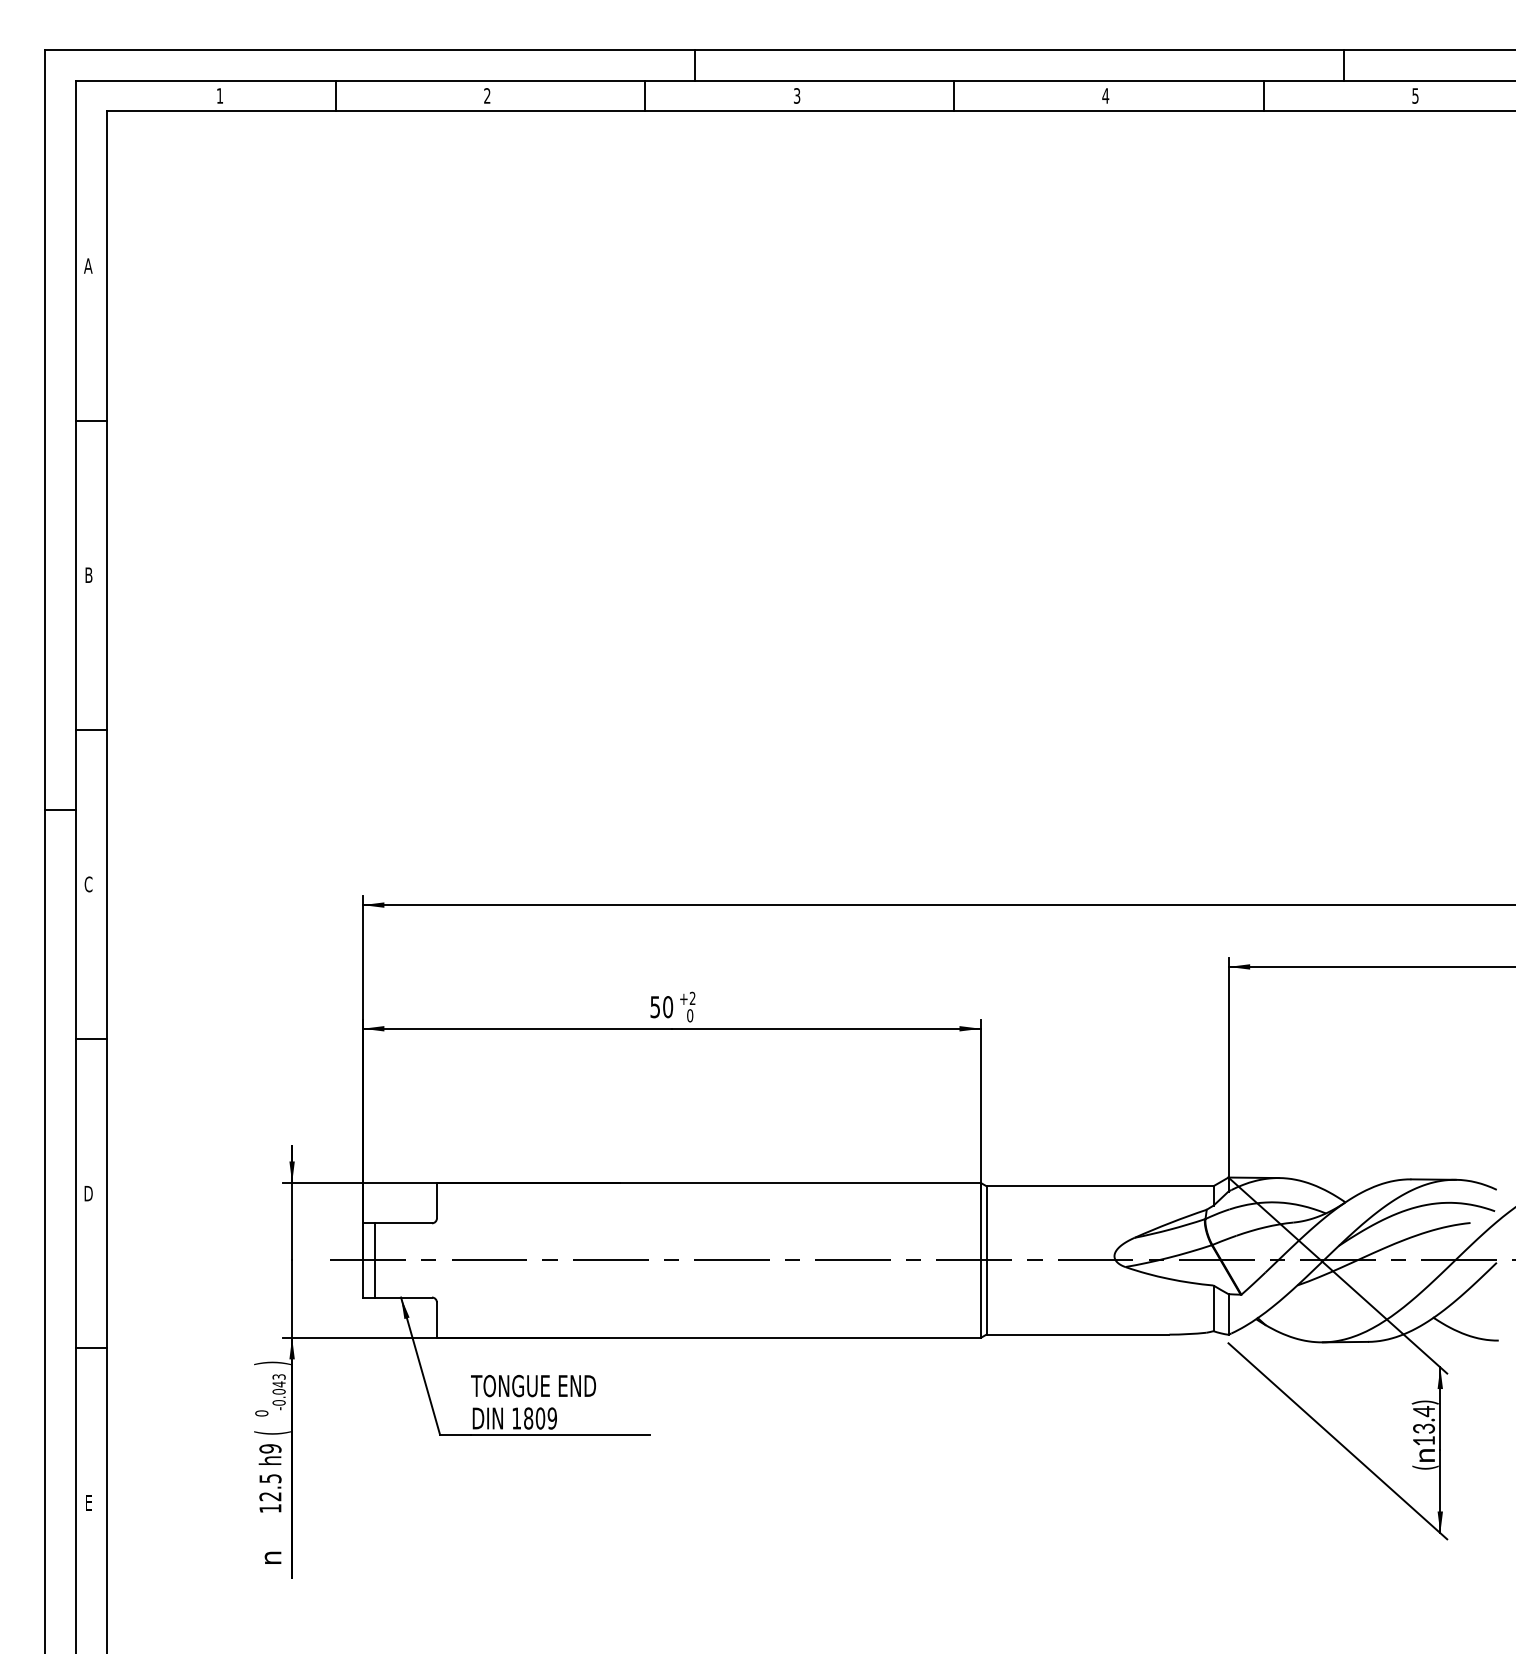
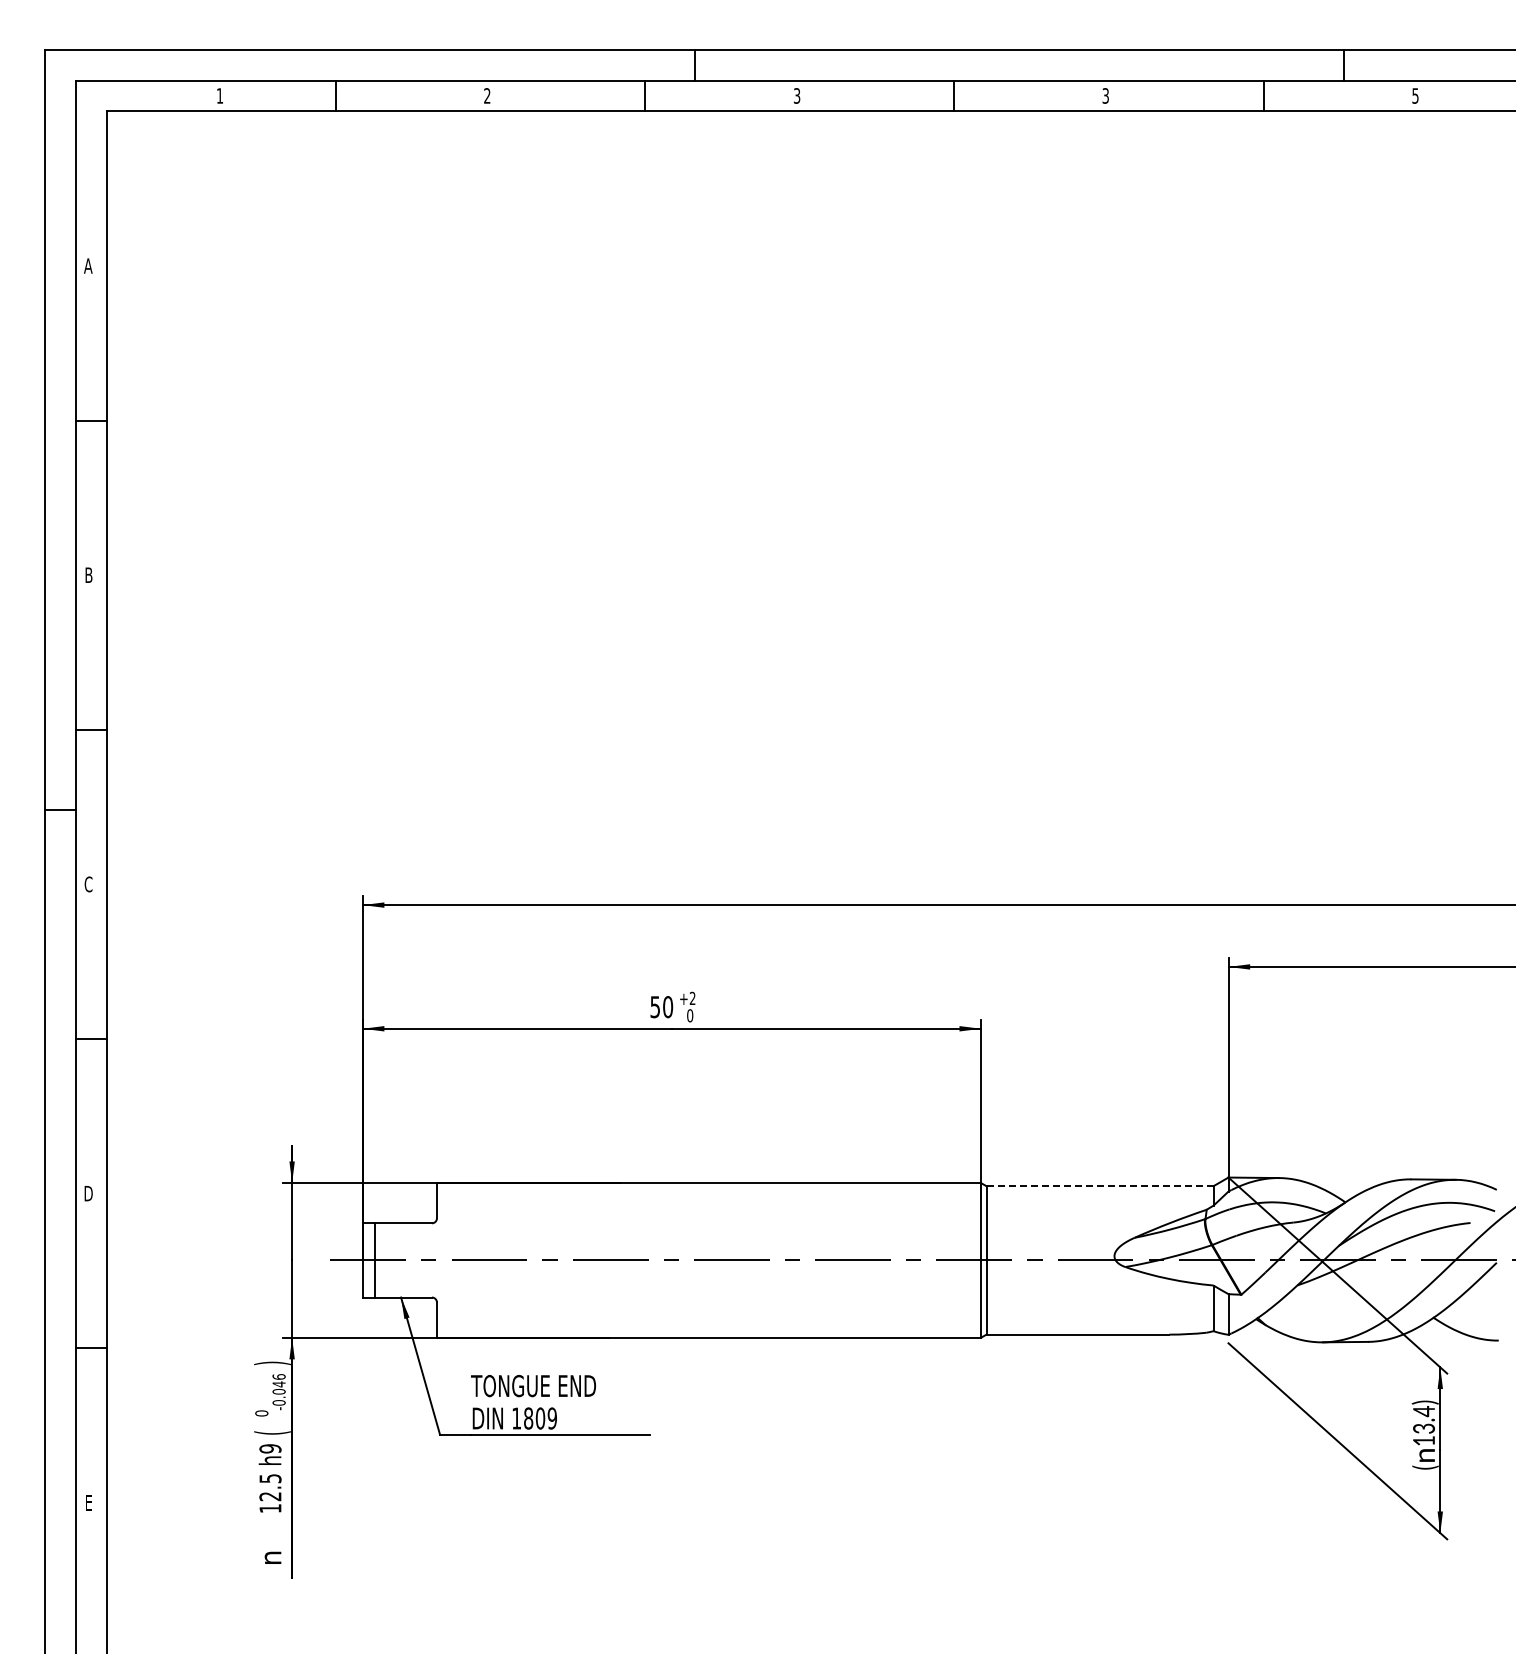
text at (1105, 95): 4 -> 3
line at (1100, 1186): solid -> dashed
text at (278, 1376): -0.043 -> -0.046
